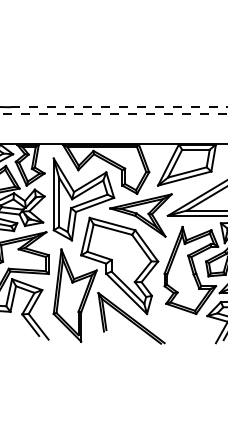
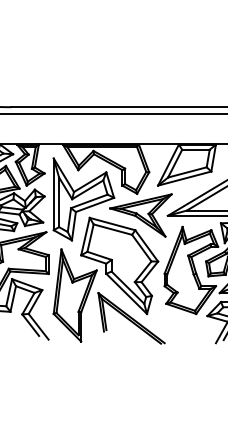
line at (119, 107): dashed -> solid
line at (114, 113): dashed -> solid
